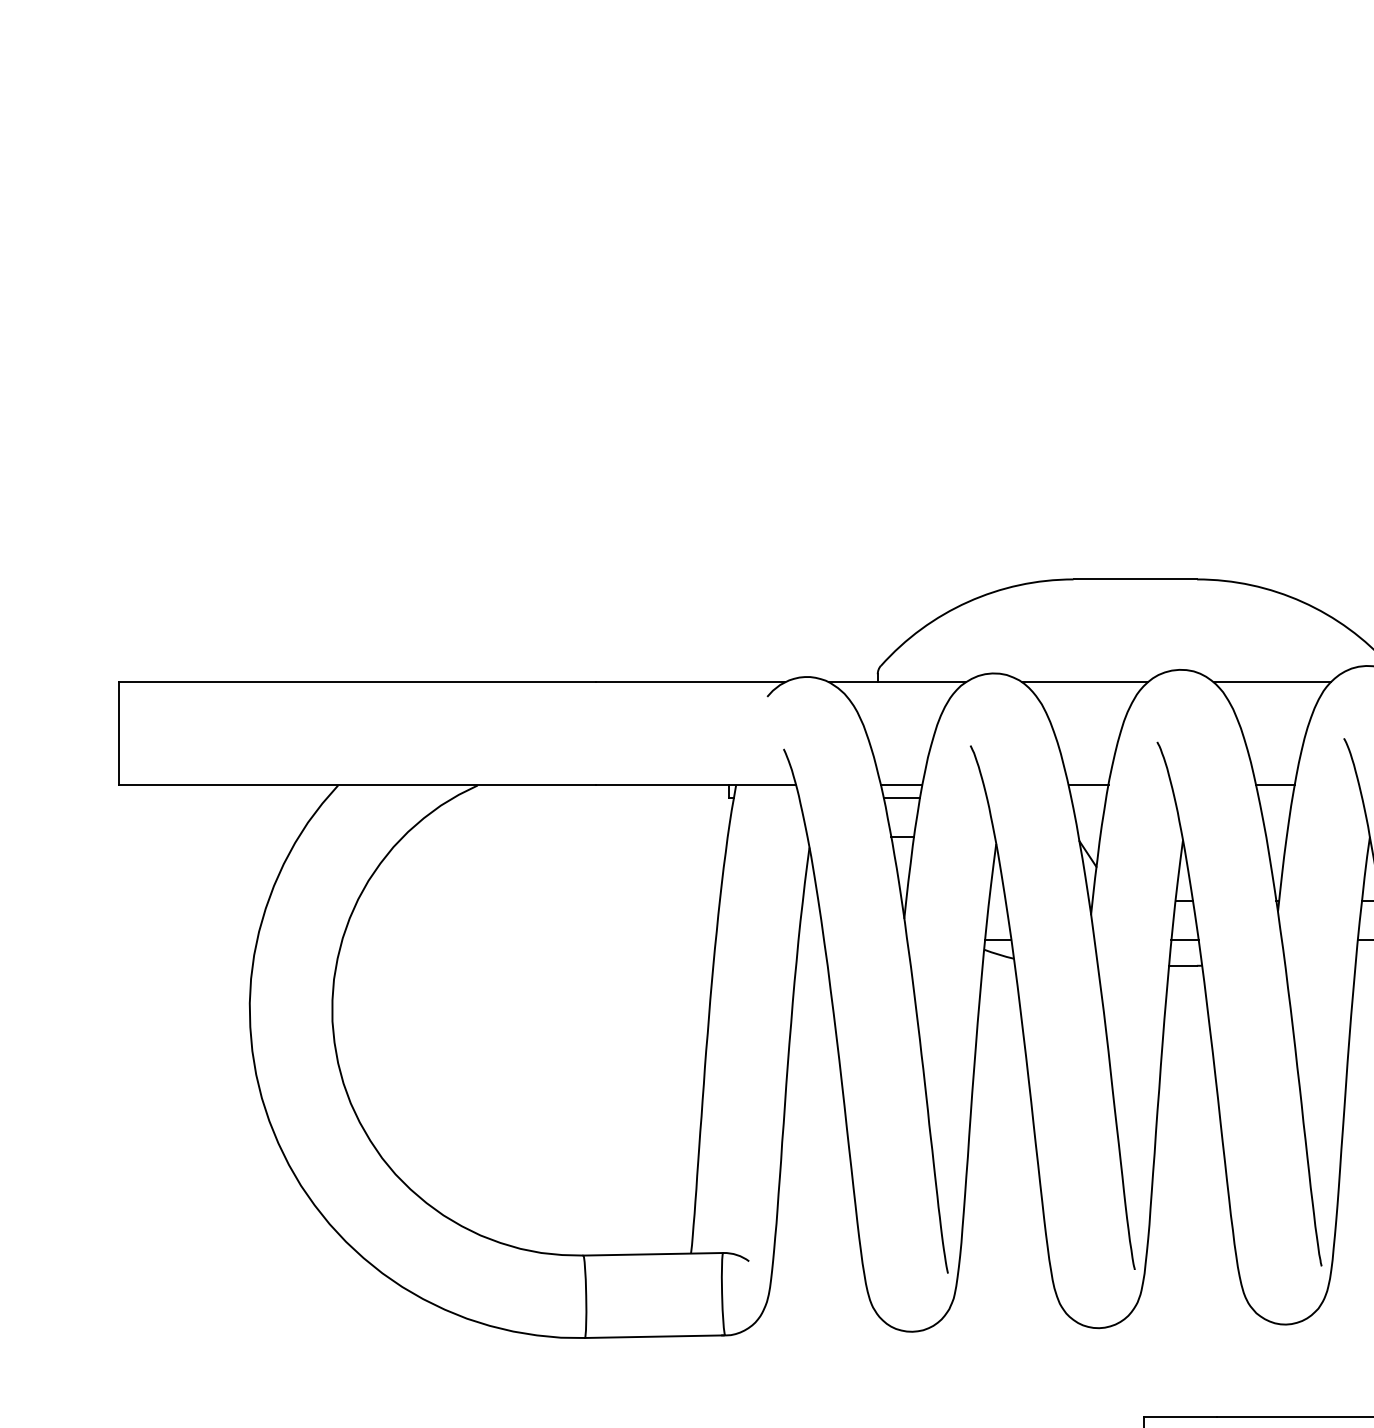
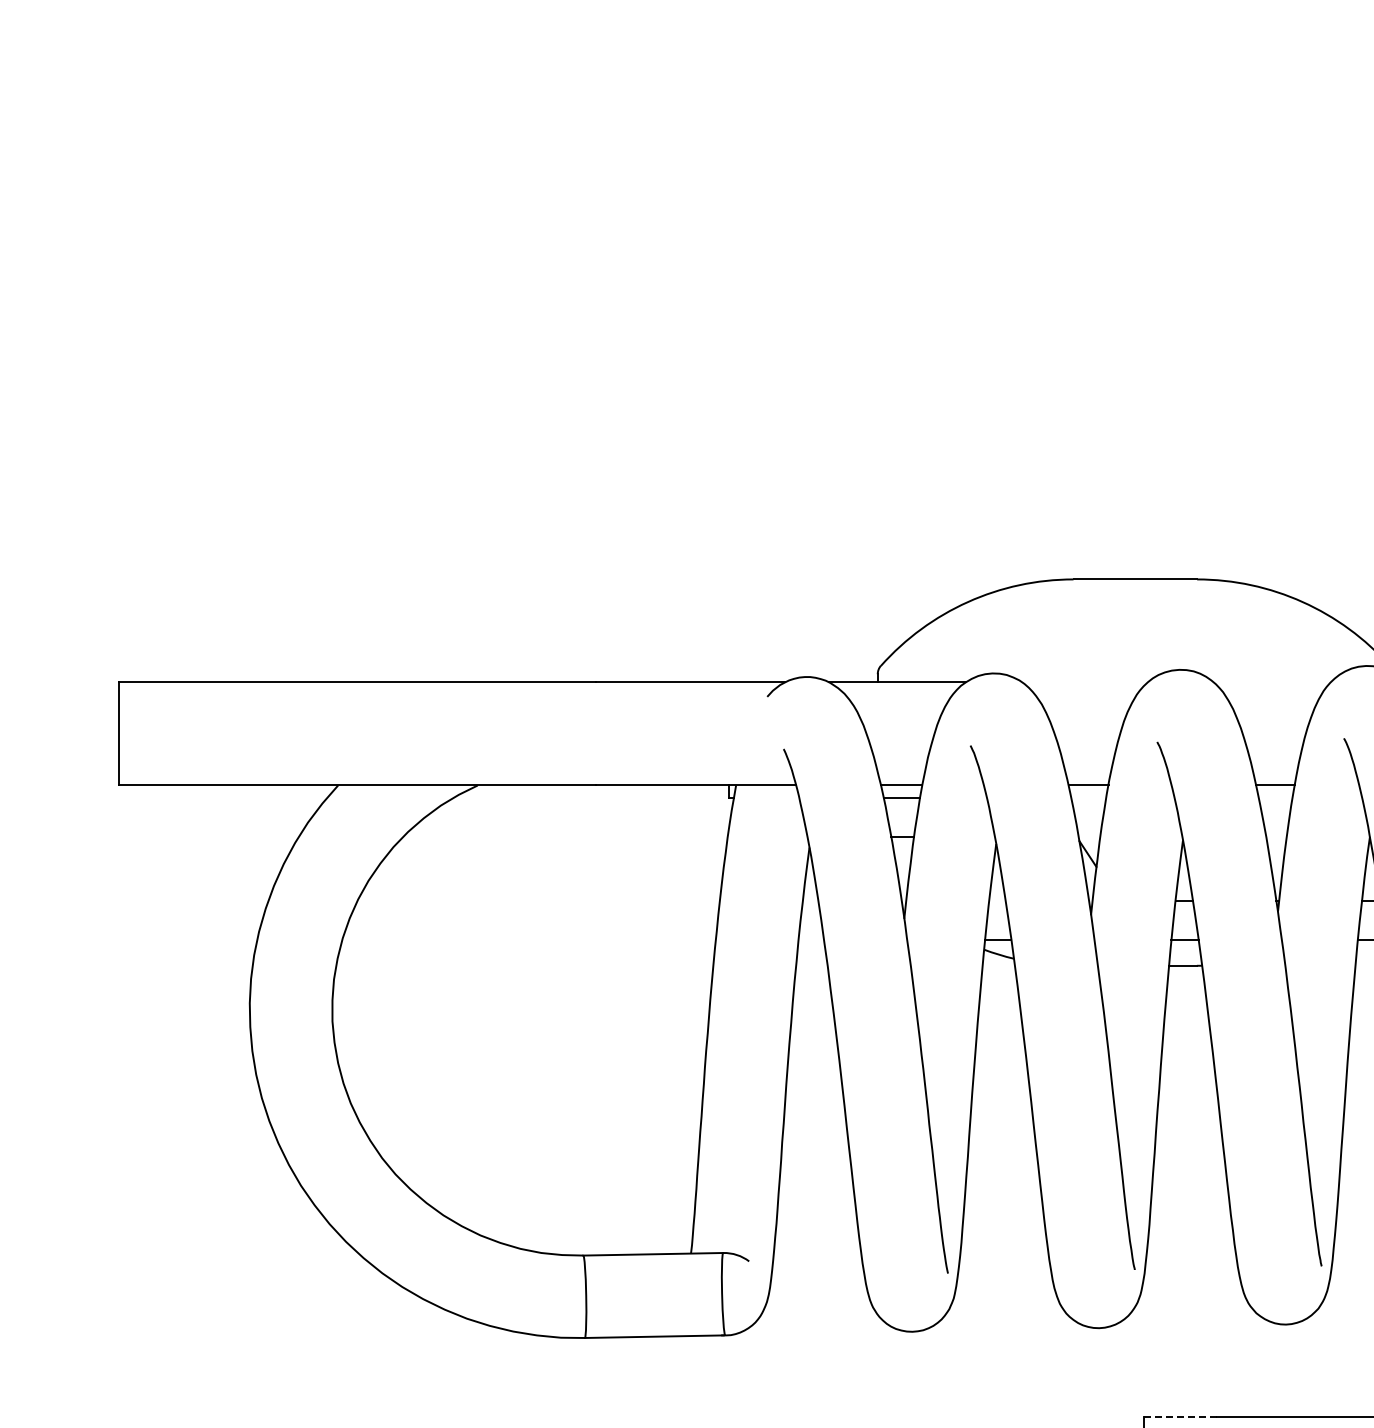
line at (1084, 682): present -> none
line at (1271, 682): present -> none
line at (1181, 1416): solid -> dashed
